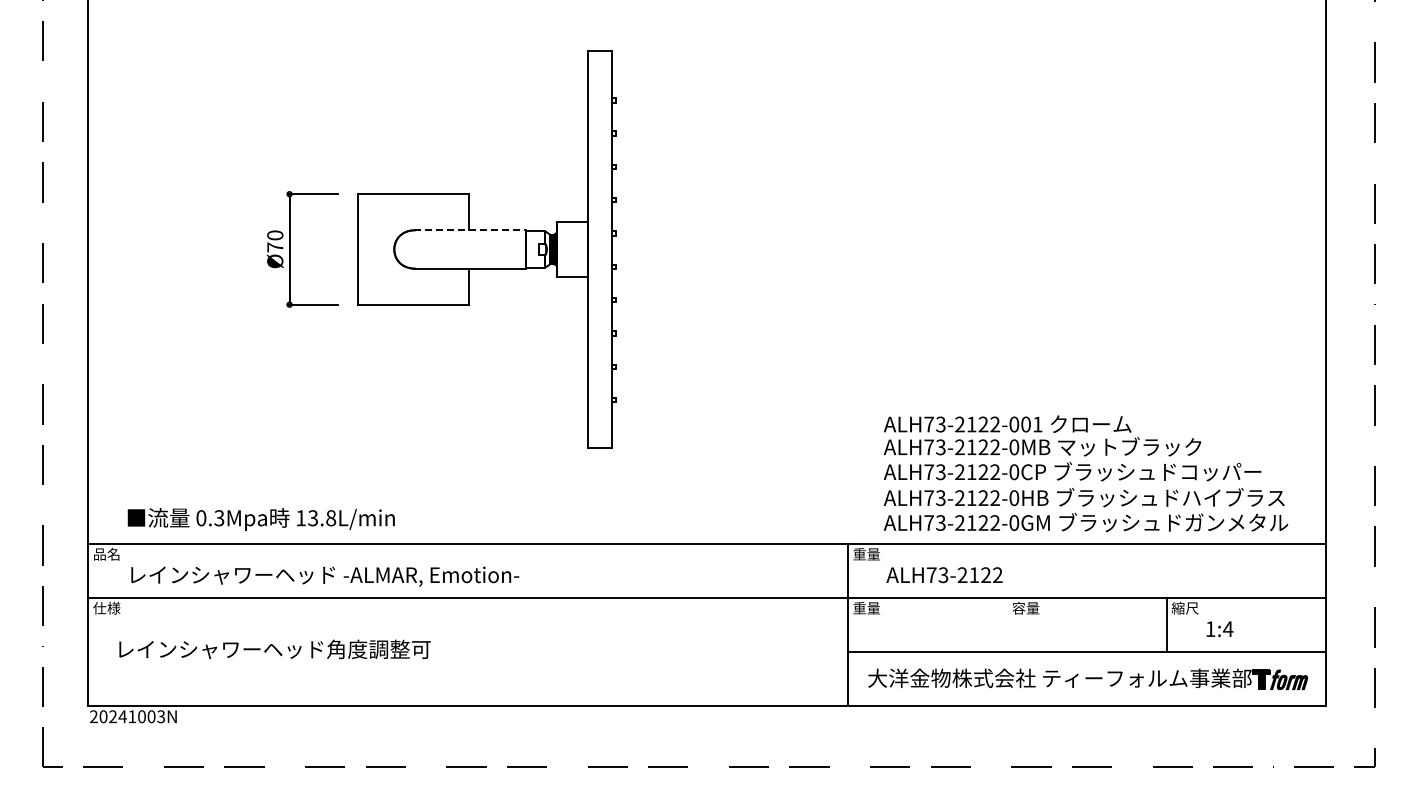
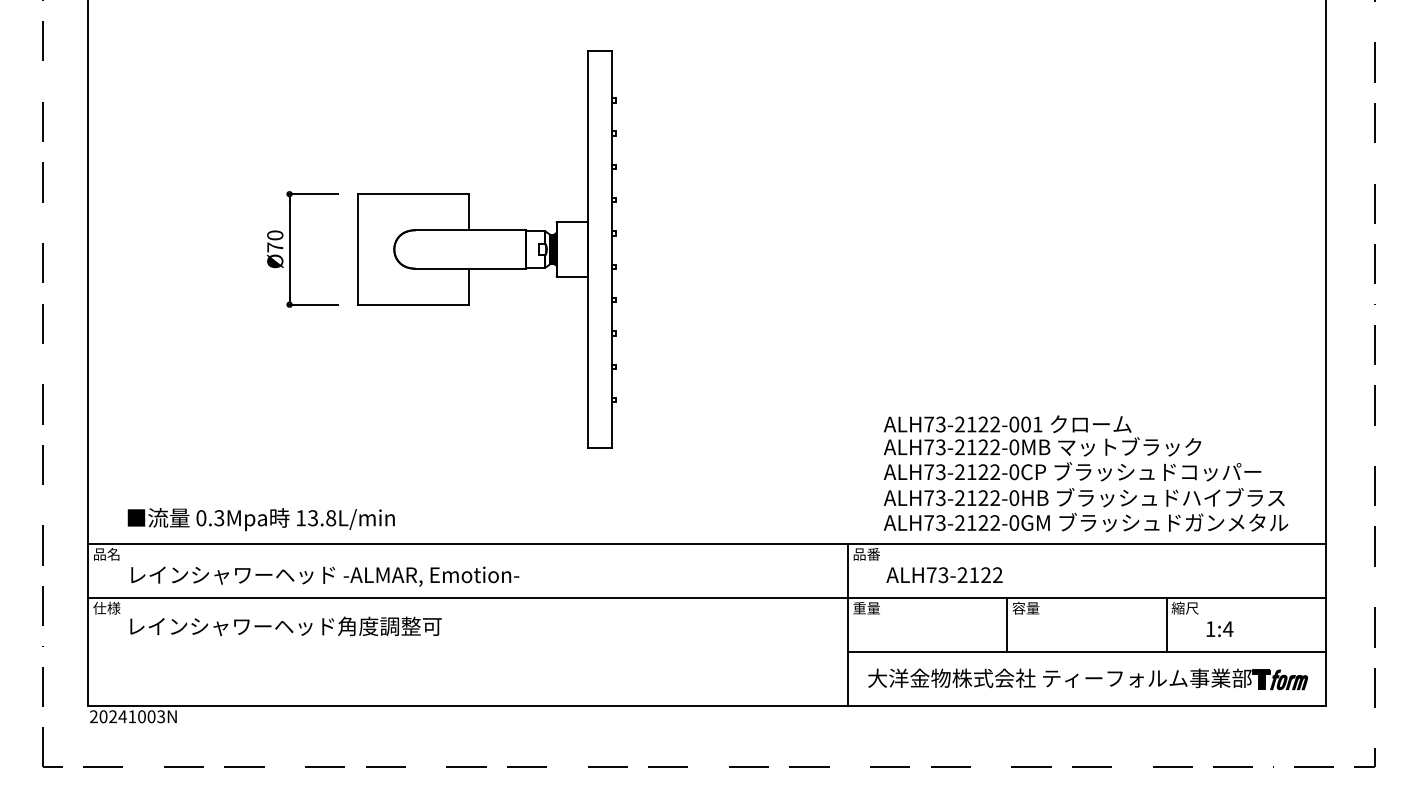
line at (470, 230): dashed -> solid
text at (866, 554): 重量 -> 品番
line at (1007, 624): none -> present
text at (274, 649) position: (274, 649) -> (285, 626)
